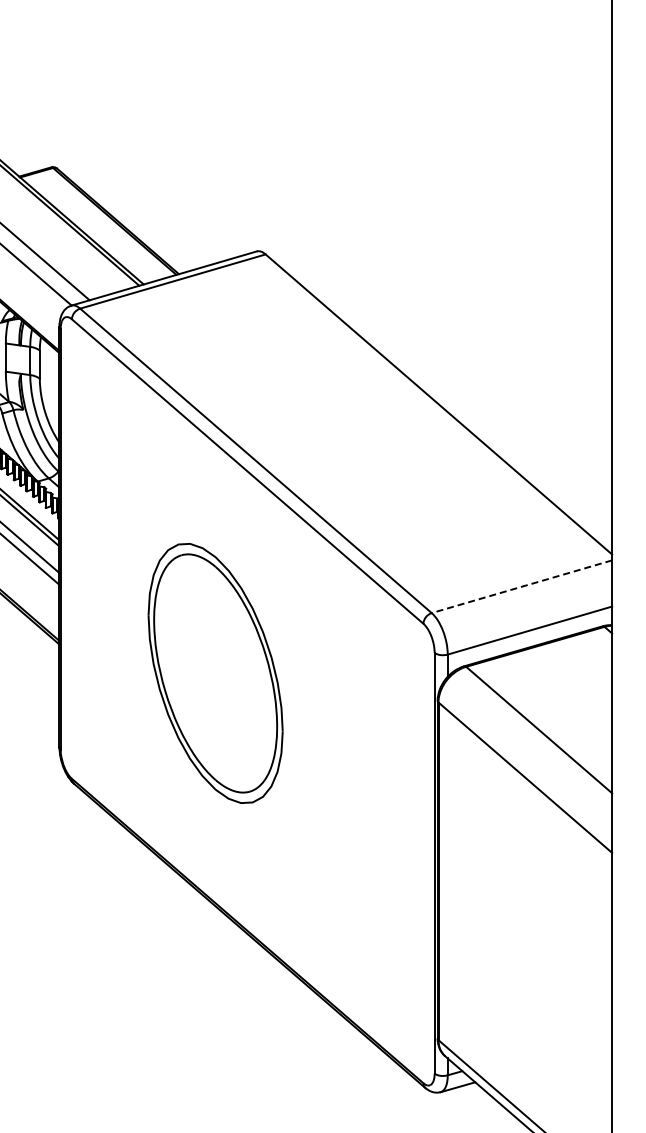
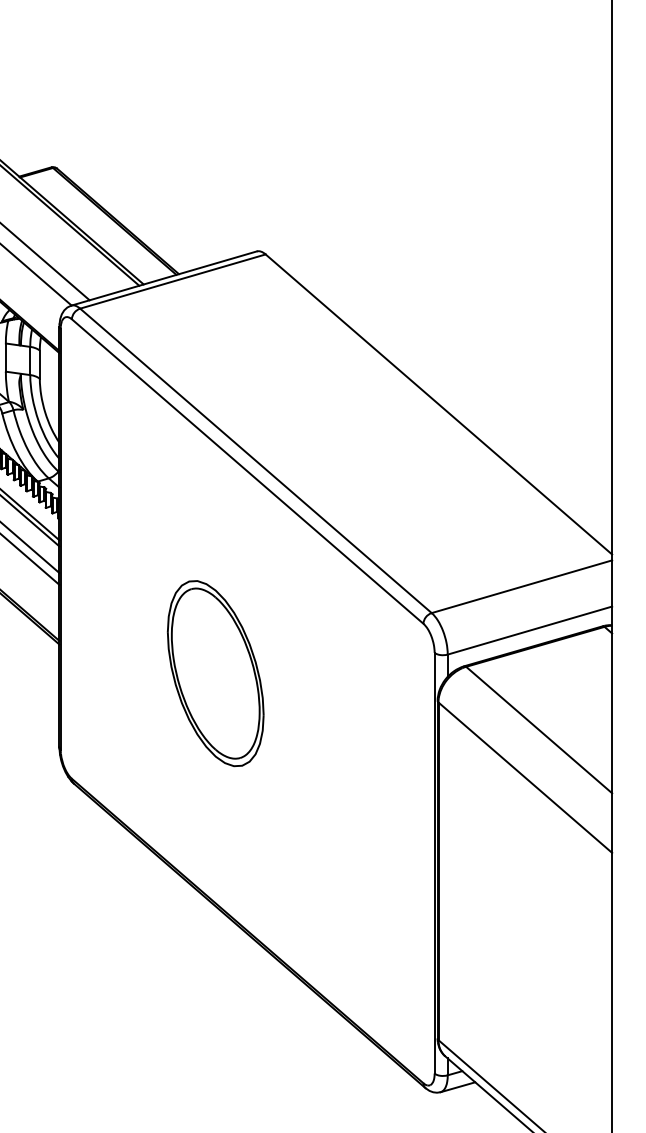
line at (521, 586): dashed -> solid
part at (215, 673) size: 137x261 px -> 98x188 px
